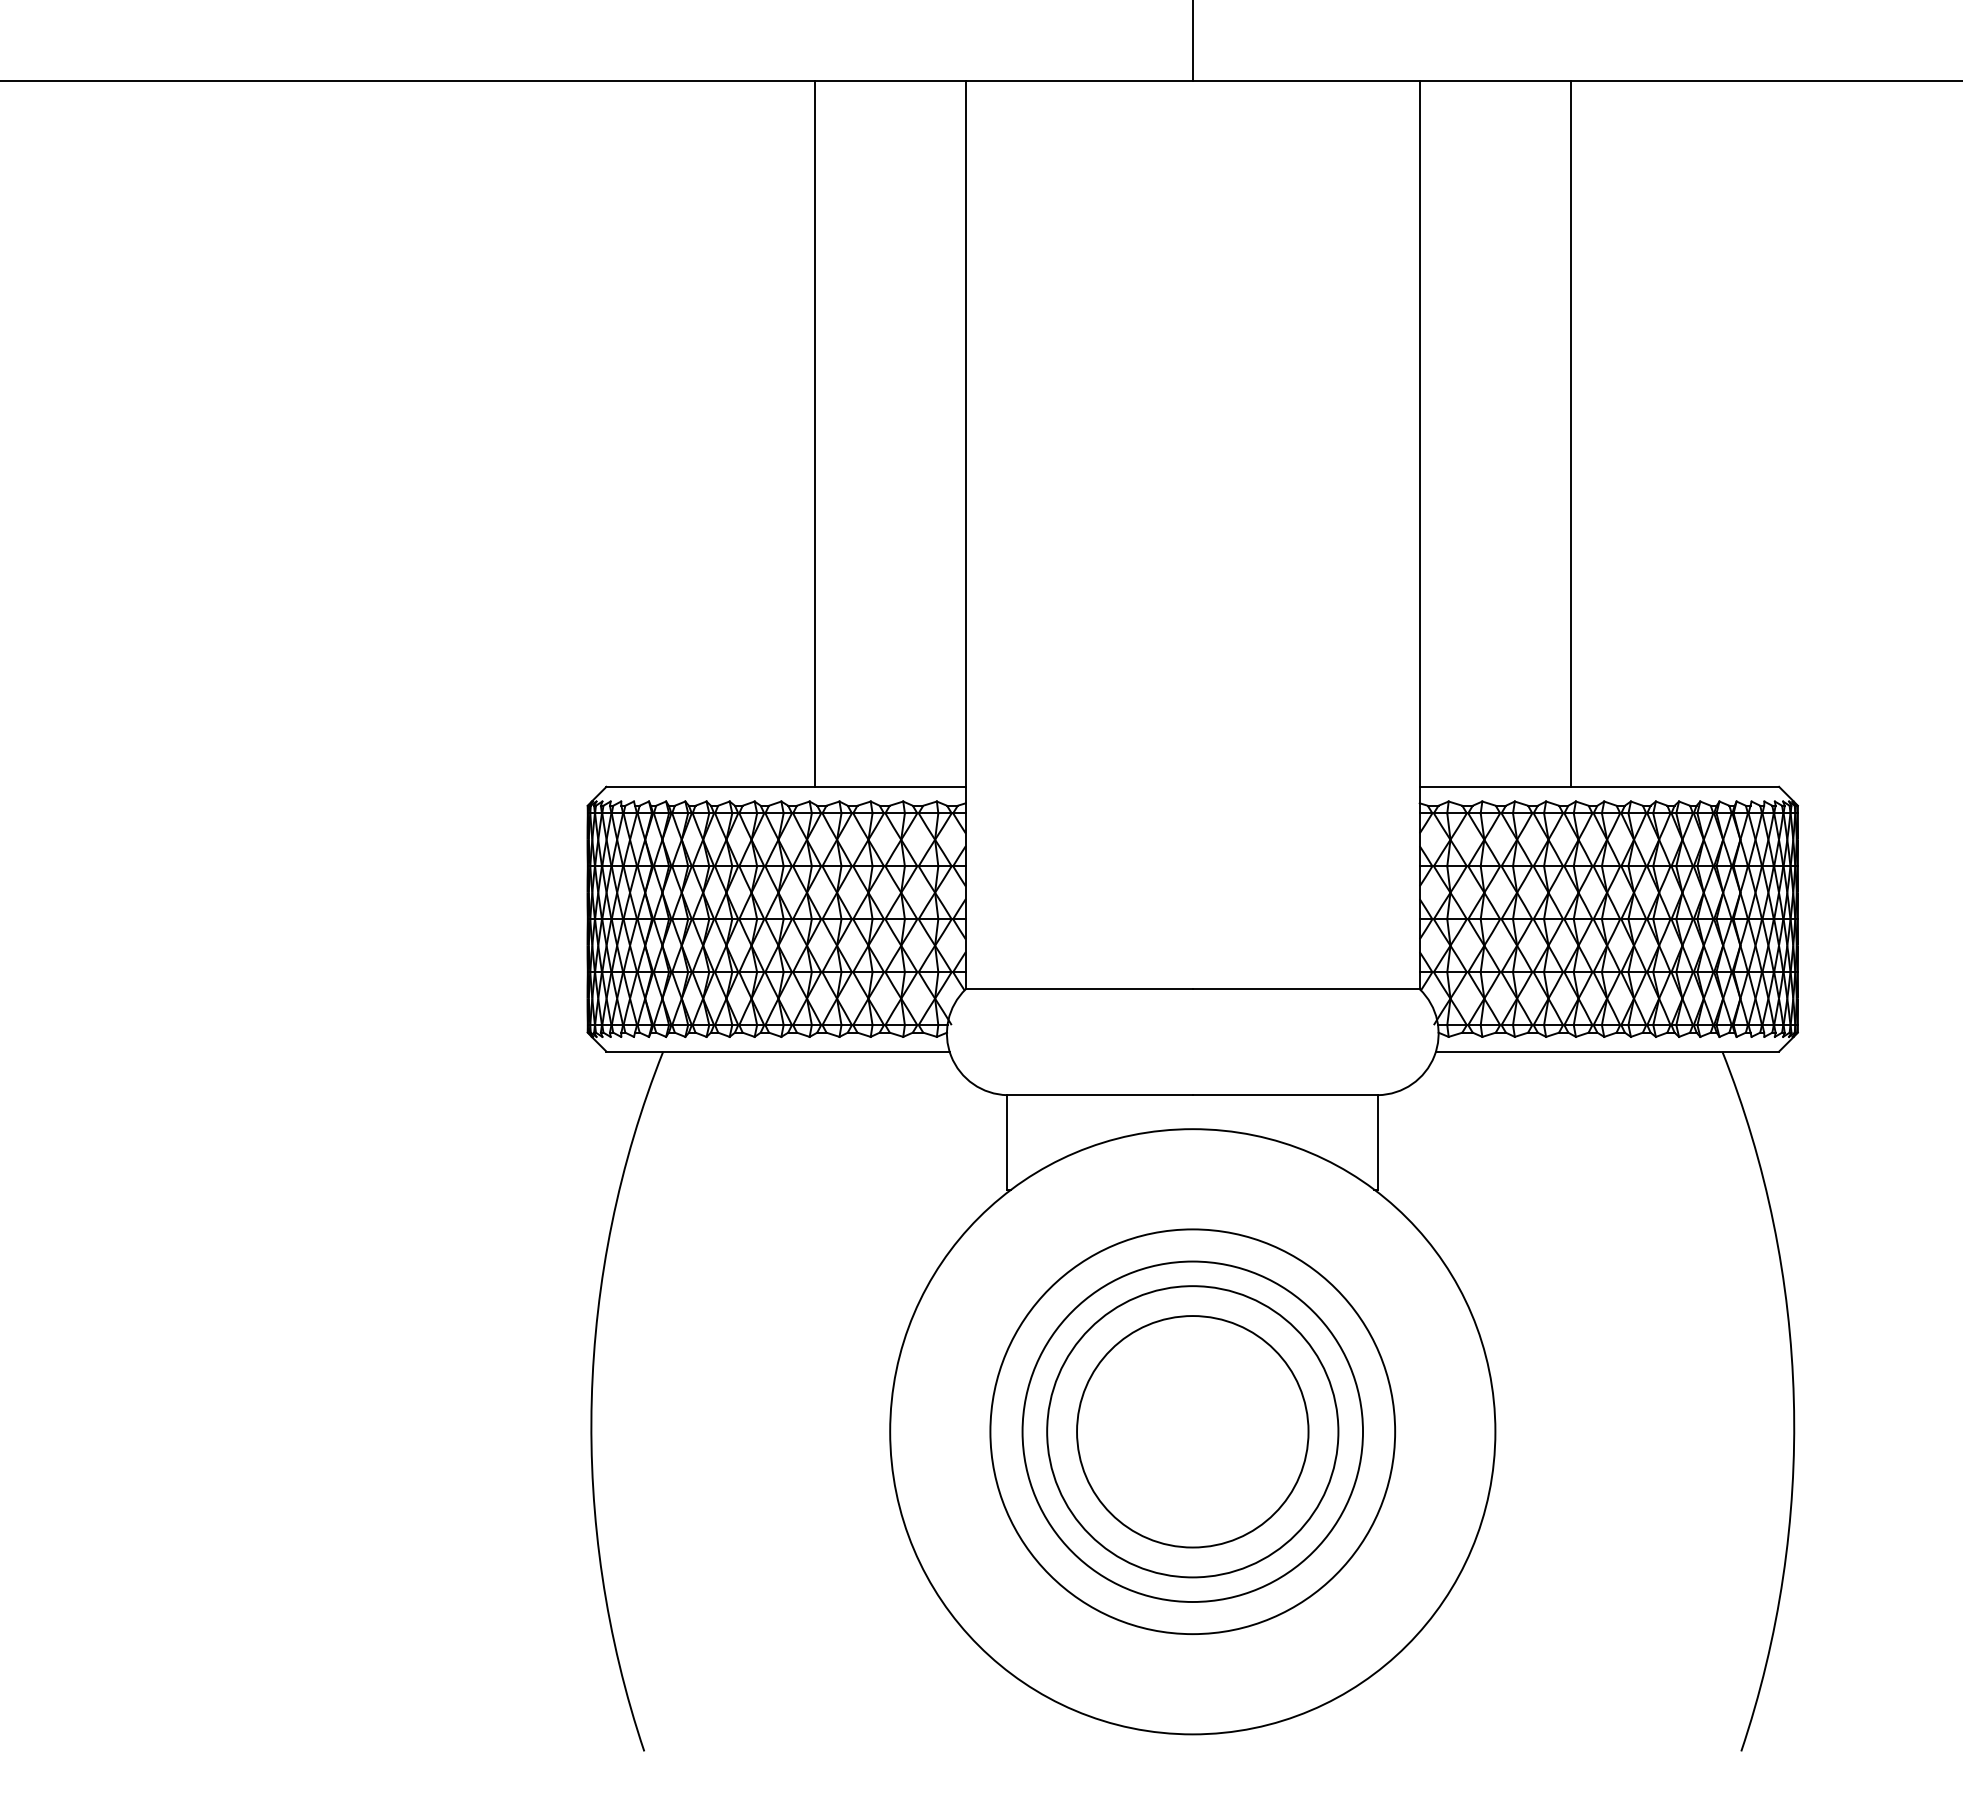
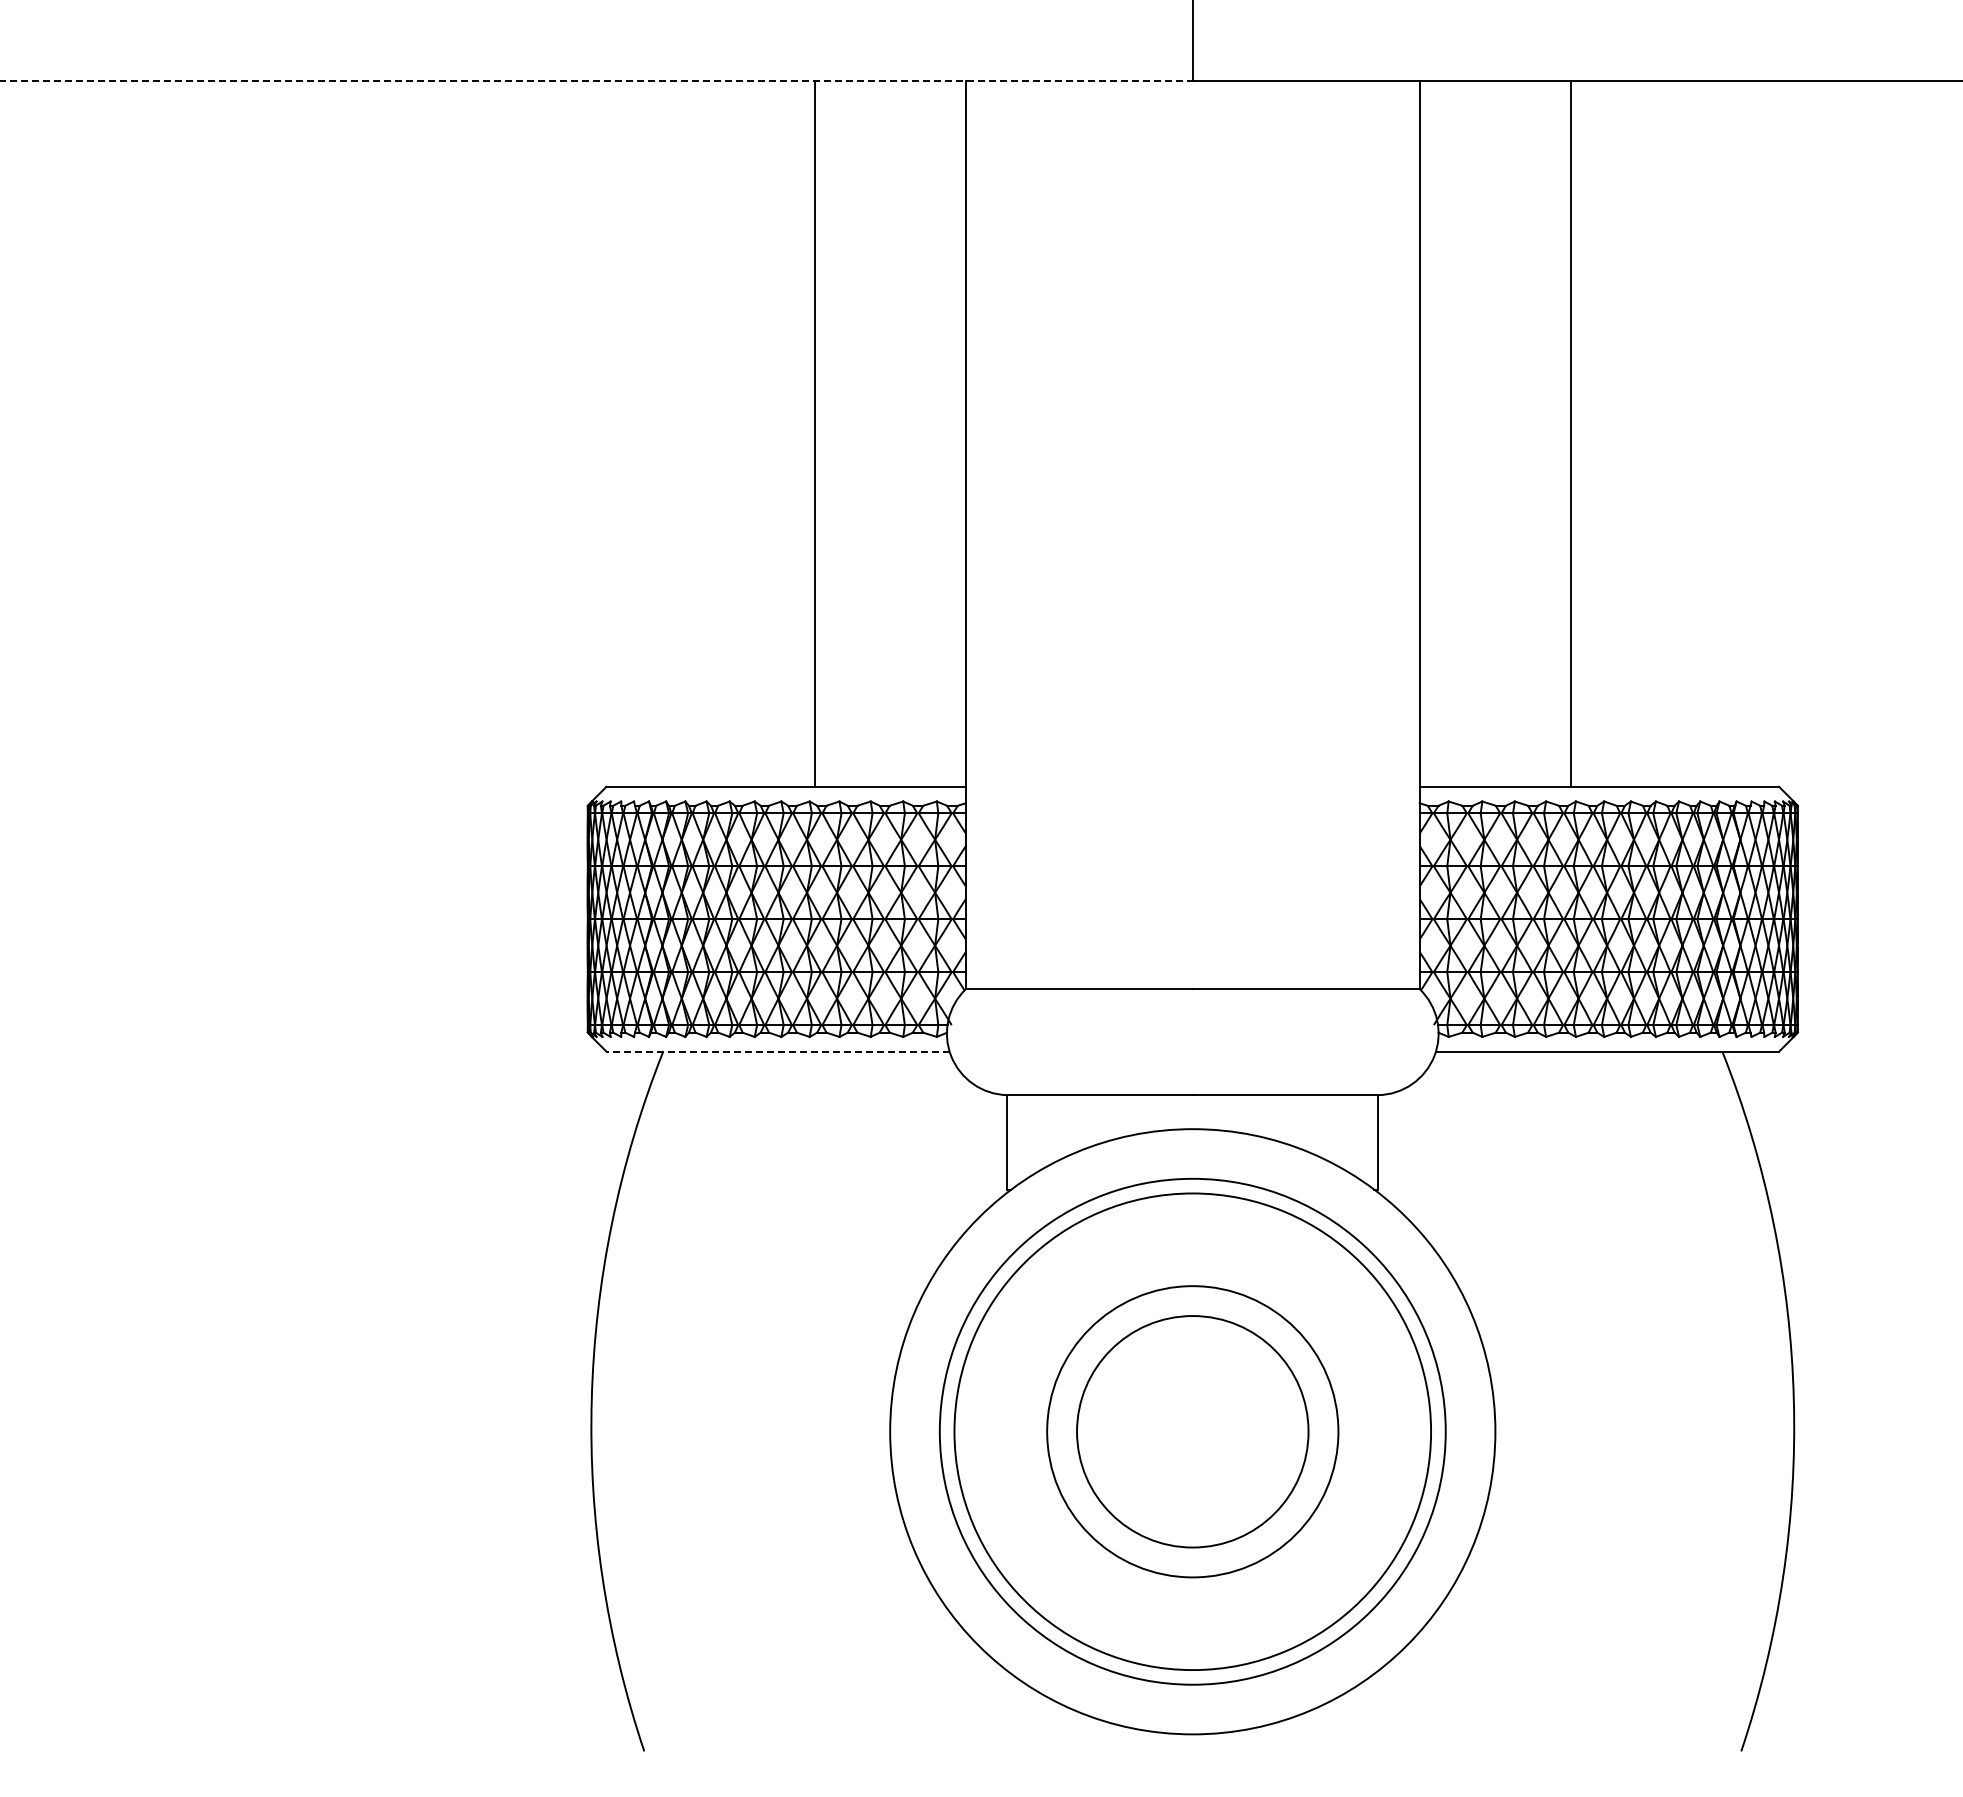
line at (597, 81): solid -> dashed
line at (778, 1051): solid -> dashed
circle at (1192, 1431) diameter: 340 px -> 477 px
circle at (1192, 1431) diameter: 405 px -> 506 px
